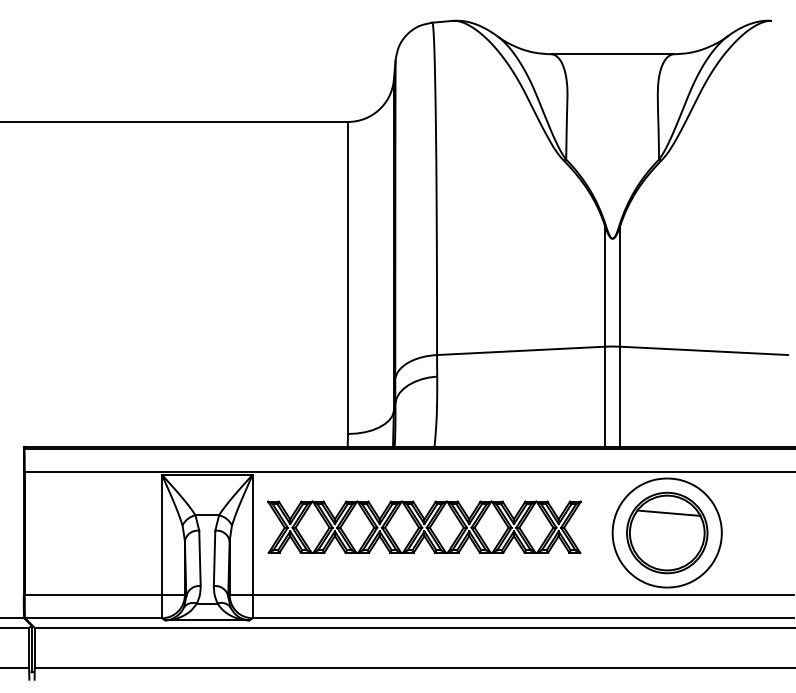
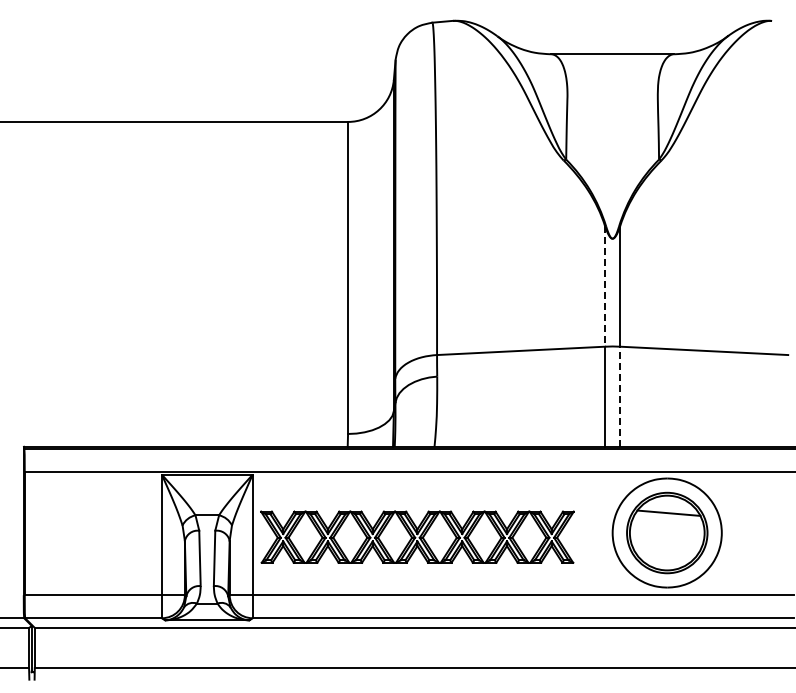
line at (605, 287): solid -> dashed
line at (620, 396): solid -> dashed
part at (424, 526) position: (424, 526) -> (417, 536)
